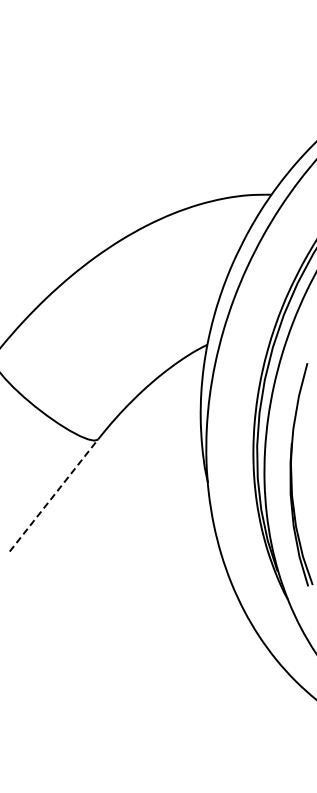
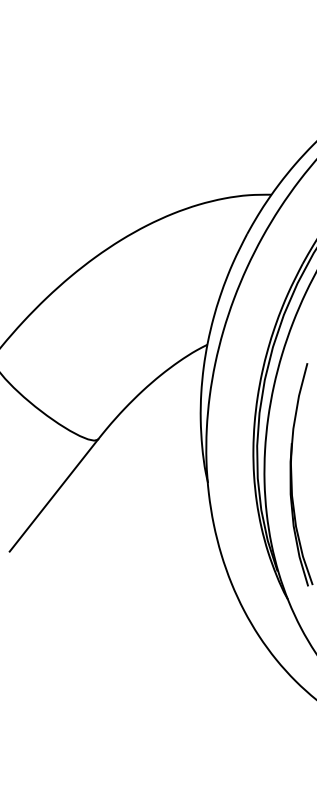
line at (54, 495): dashed -> solid
